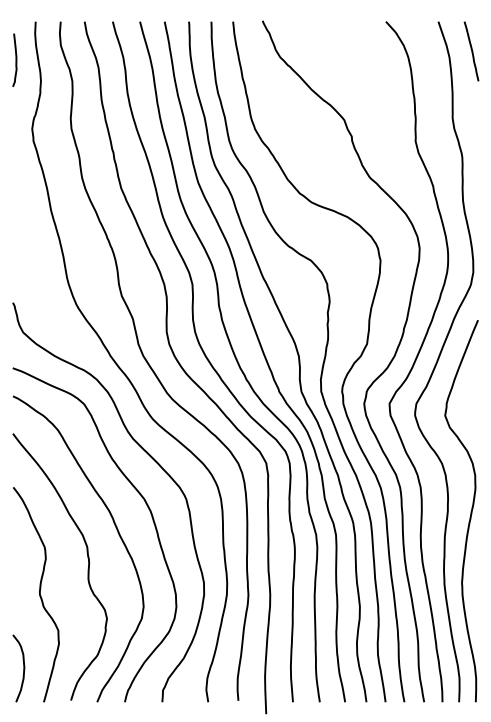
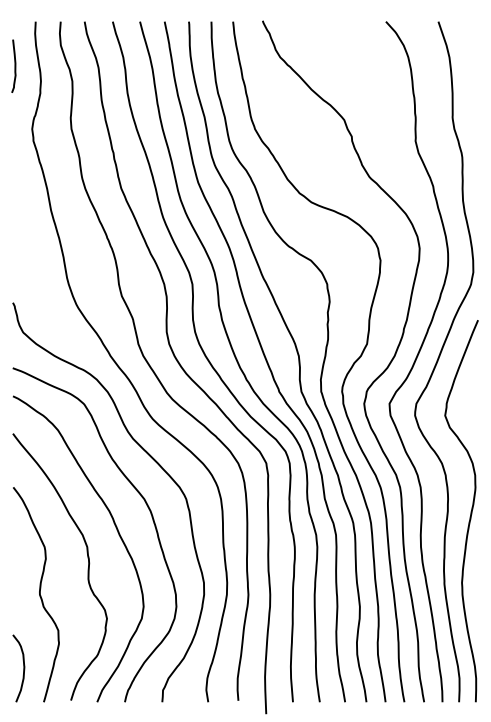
line at (471, 51): present -> none
curve at (15, 59) position: (15, 59) -> (14, 65)
